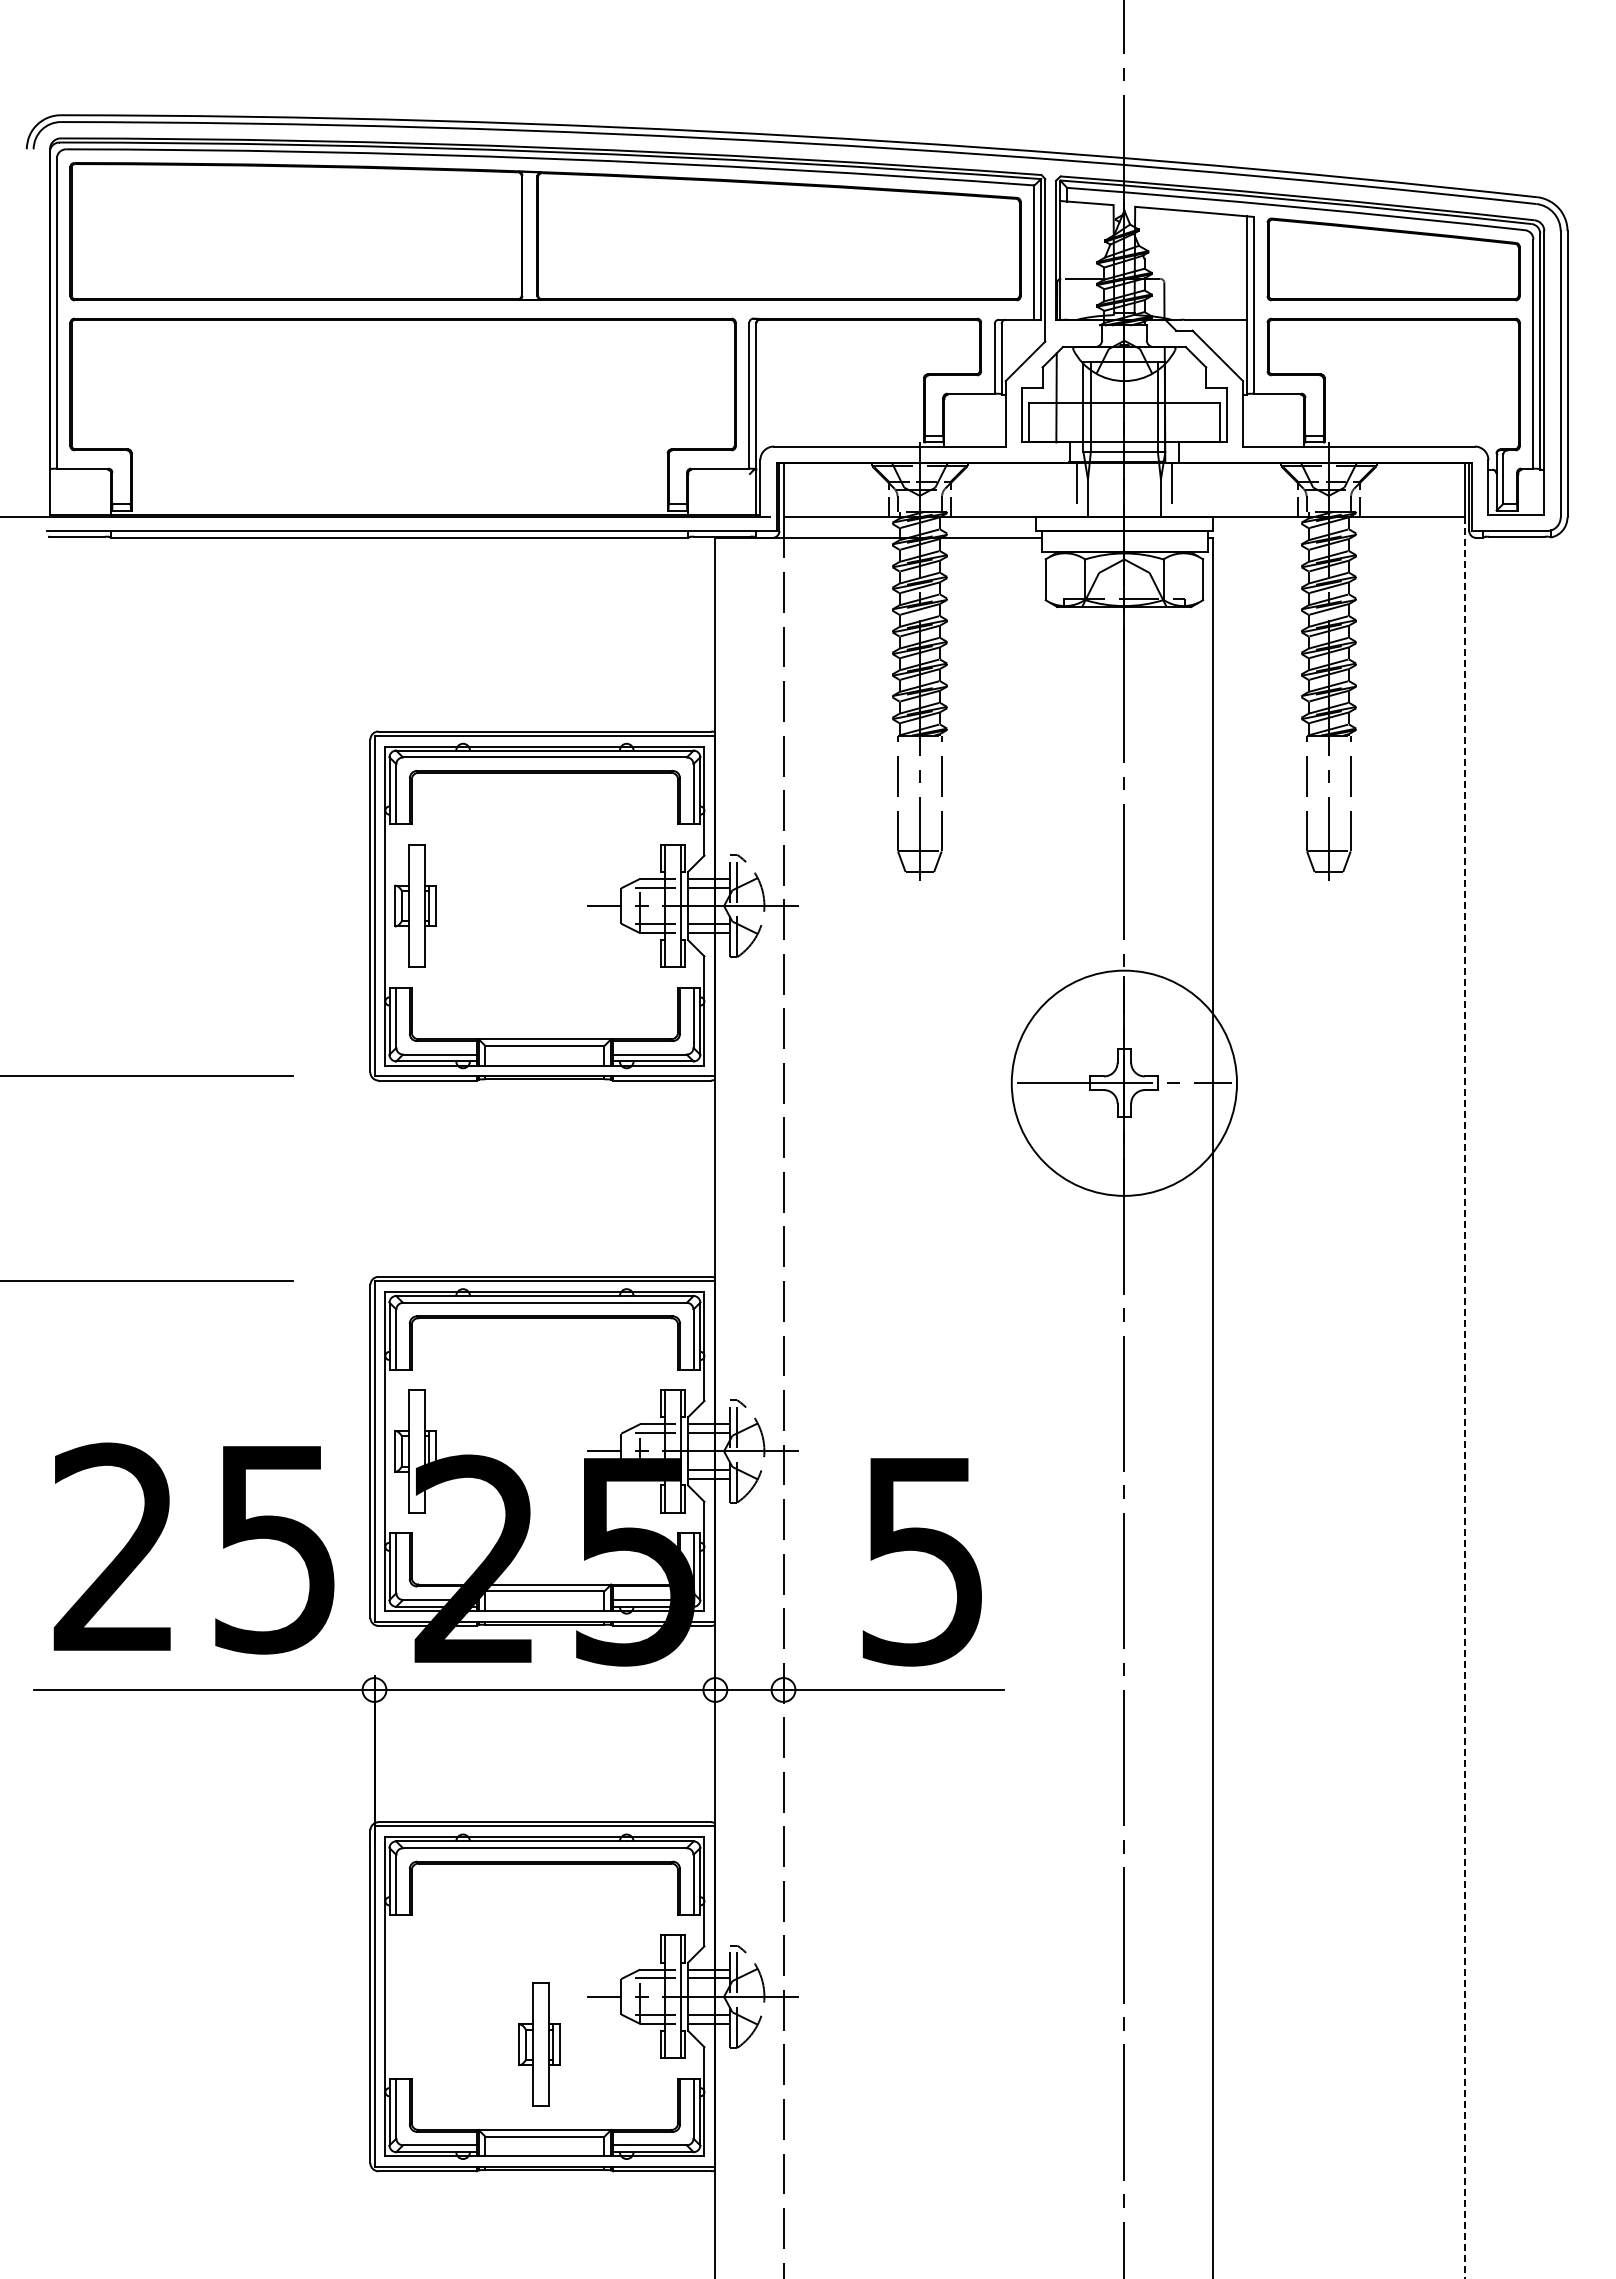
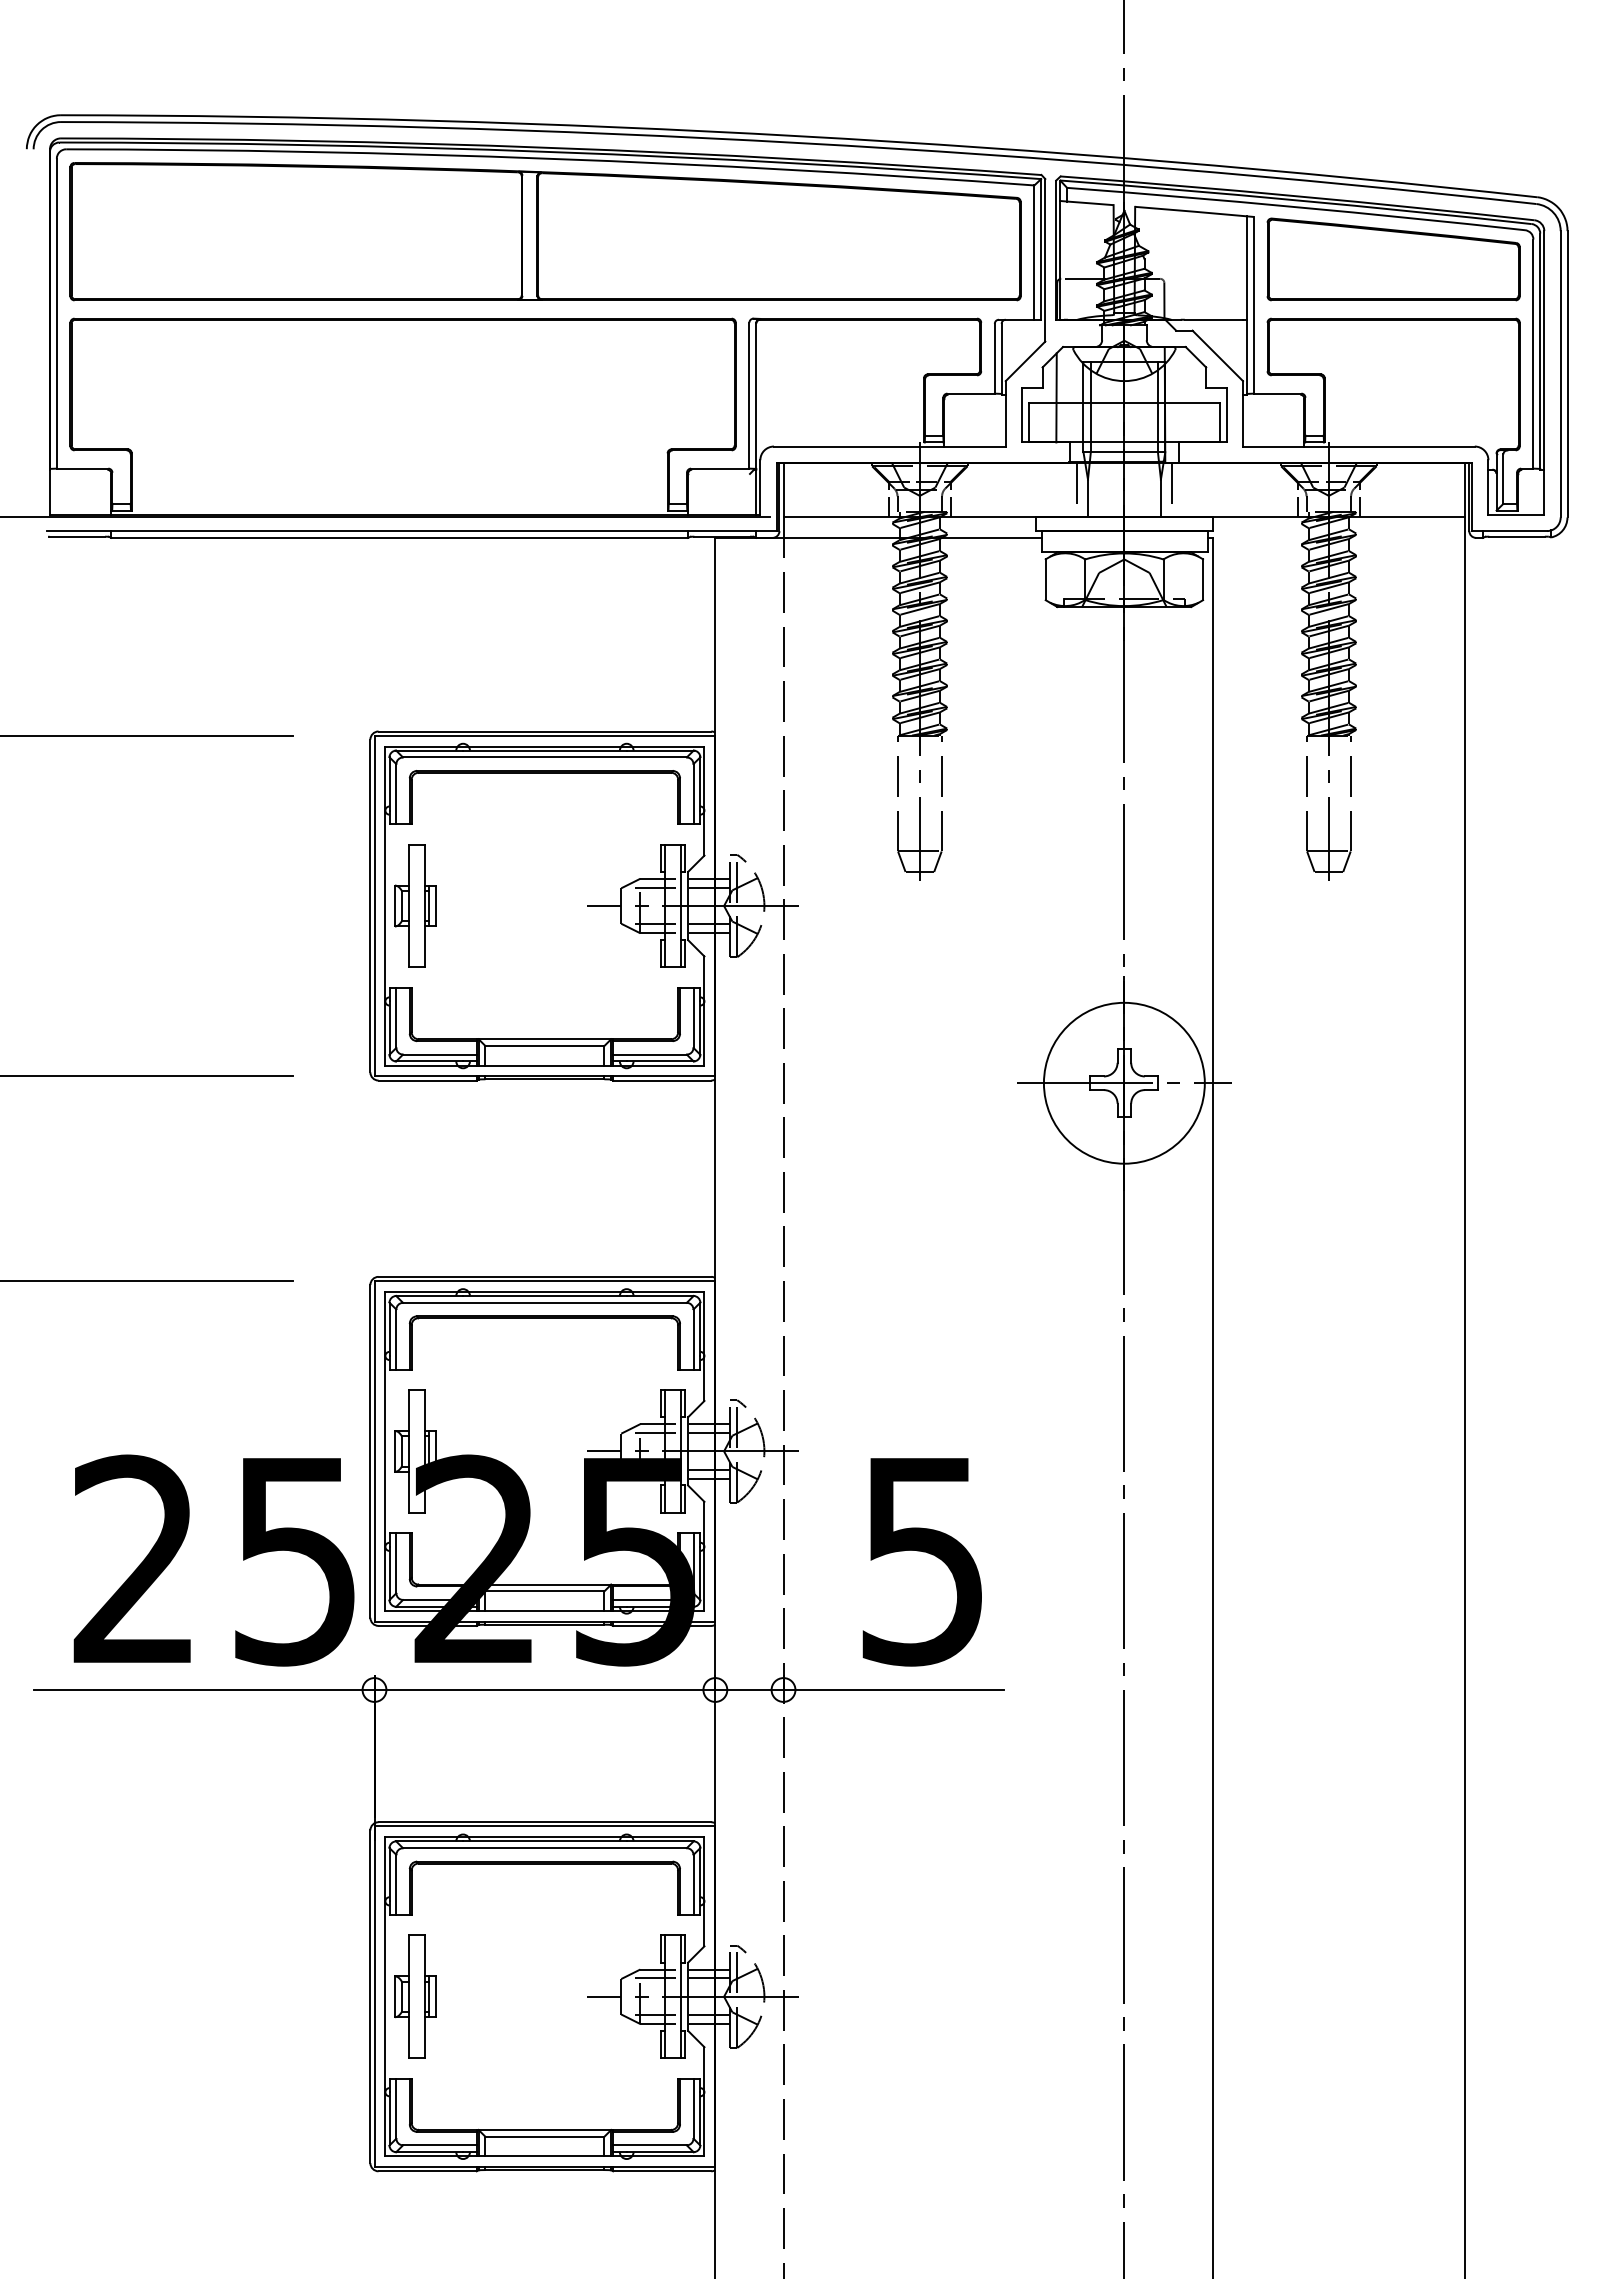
line at (147, 735): none -> present
circle at (1124, 1082) diameter: 225 px -> 161 px
line at (1465, 1397): dashed -> solid
text at (193, 1548) position: (193, 1548) -> (213, 1560)
part at (539, 2044) position: (539, 2044) -> (415, 1996)
